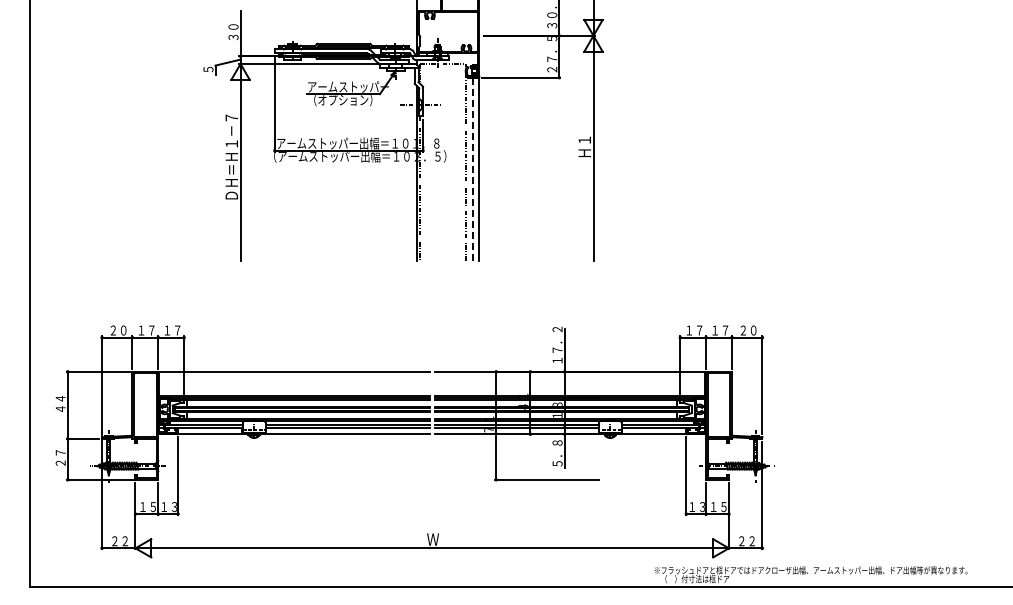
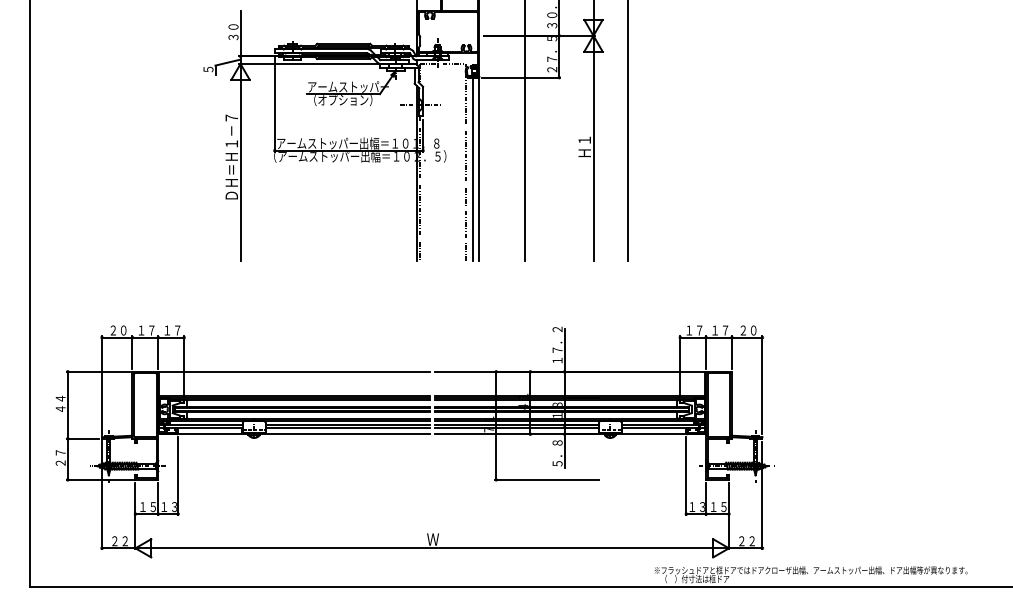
line at (525, 131): none -> present
line at (627, 131): none -> present
line at (473, 169): dashed -> solid
